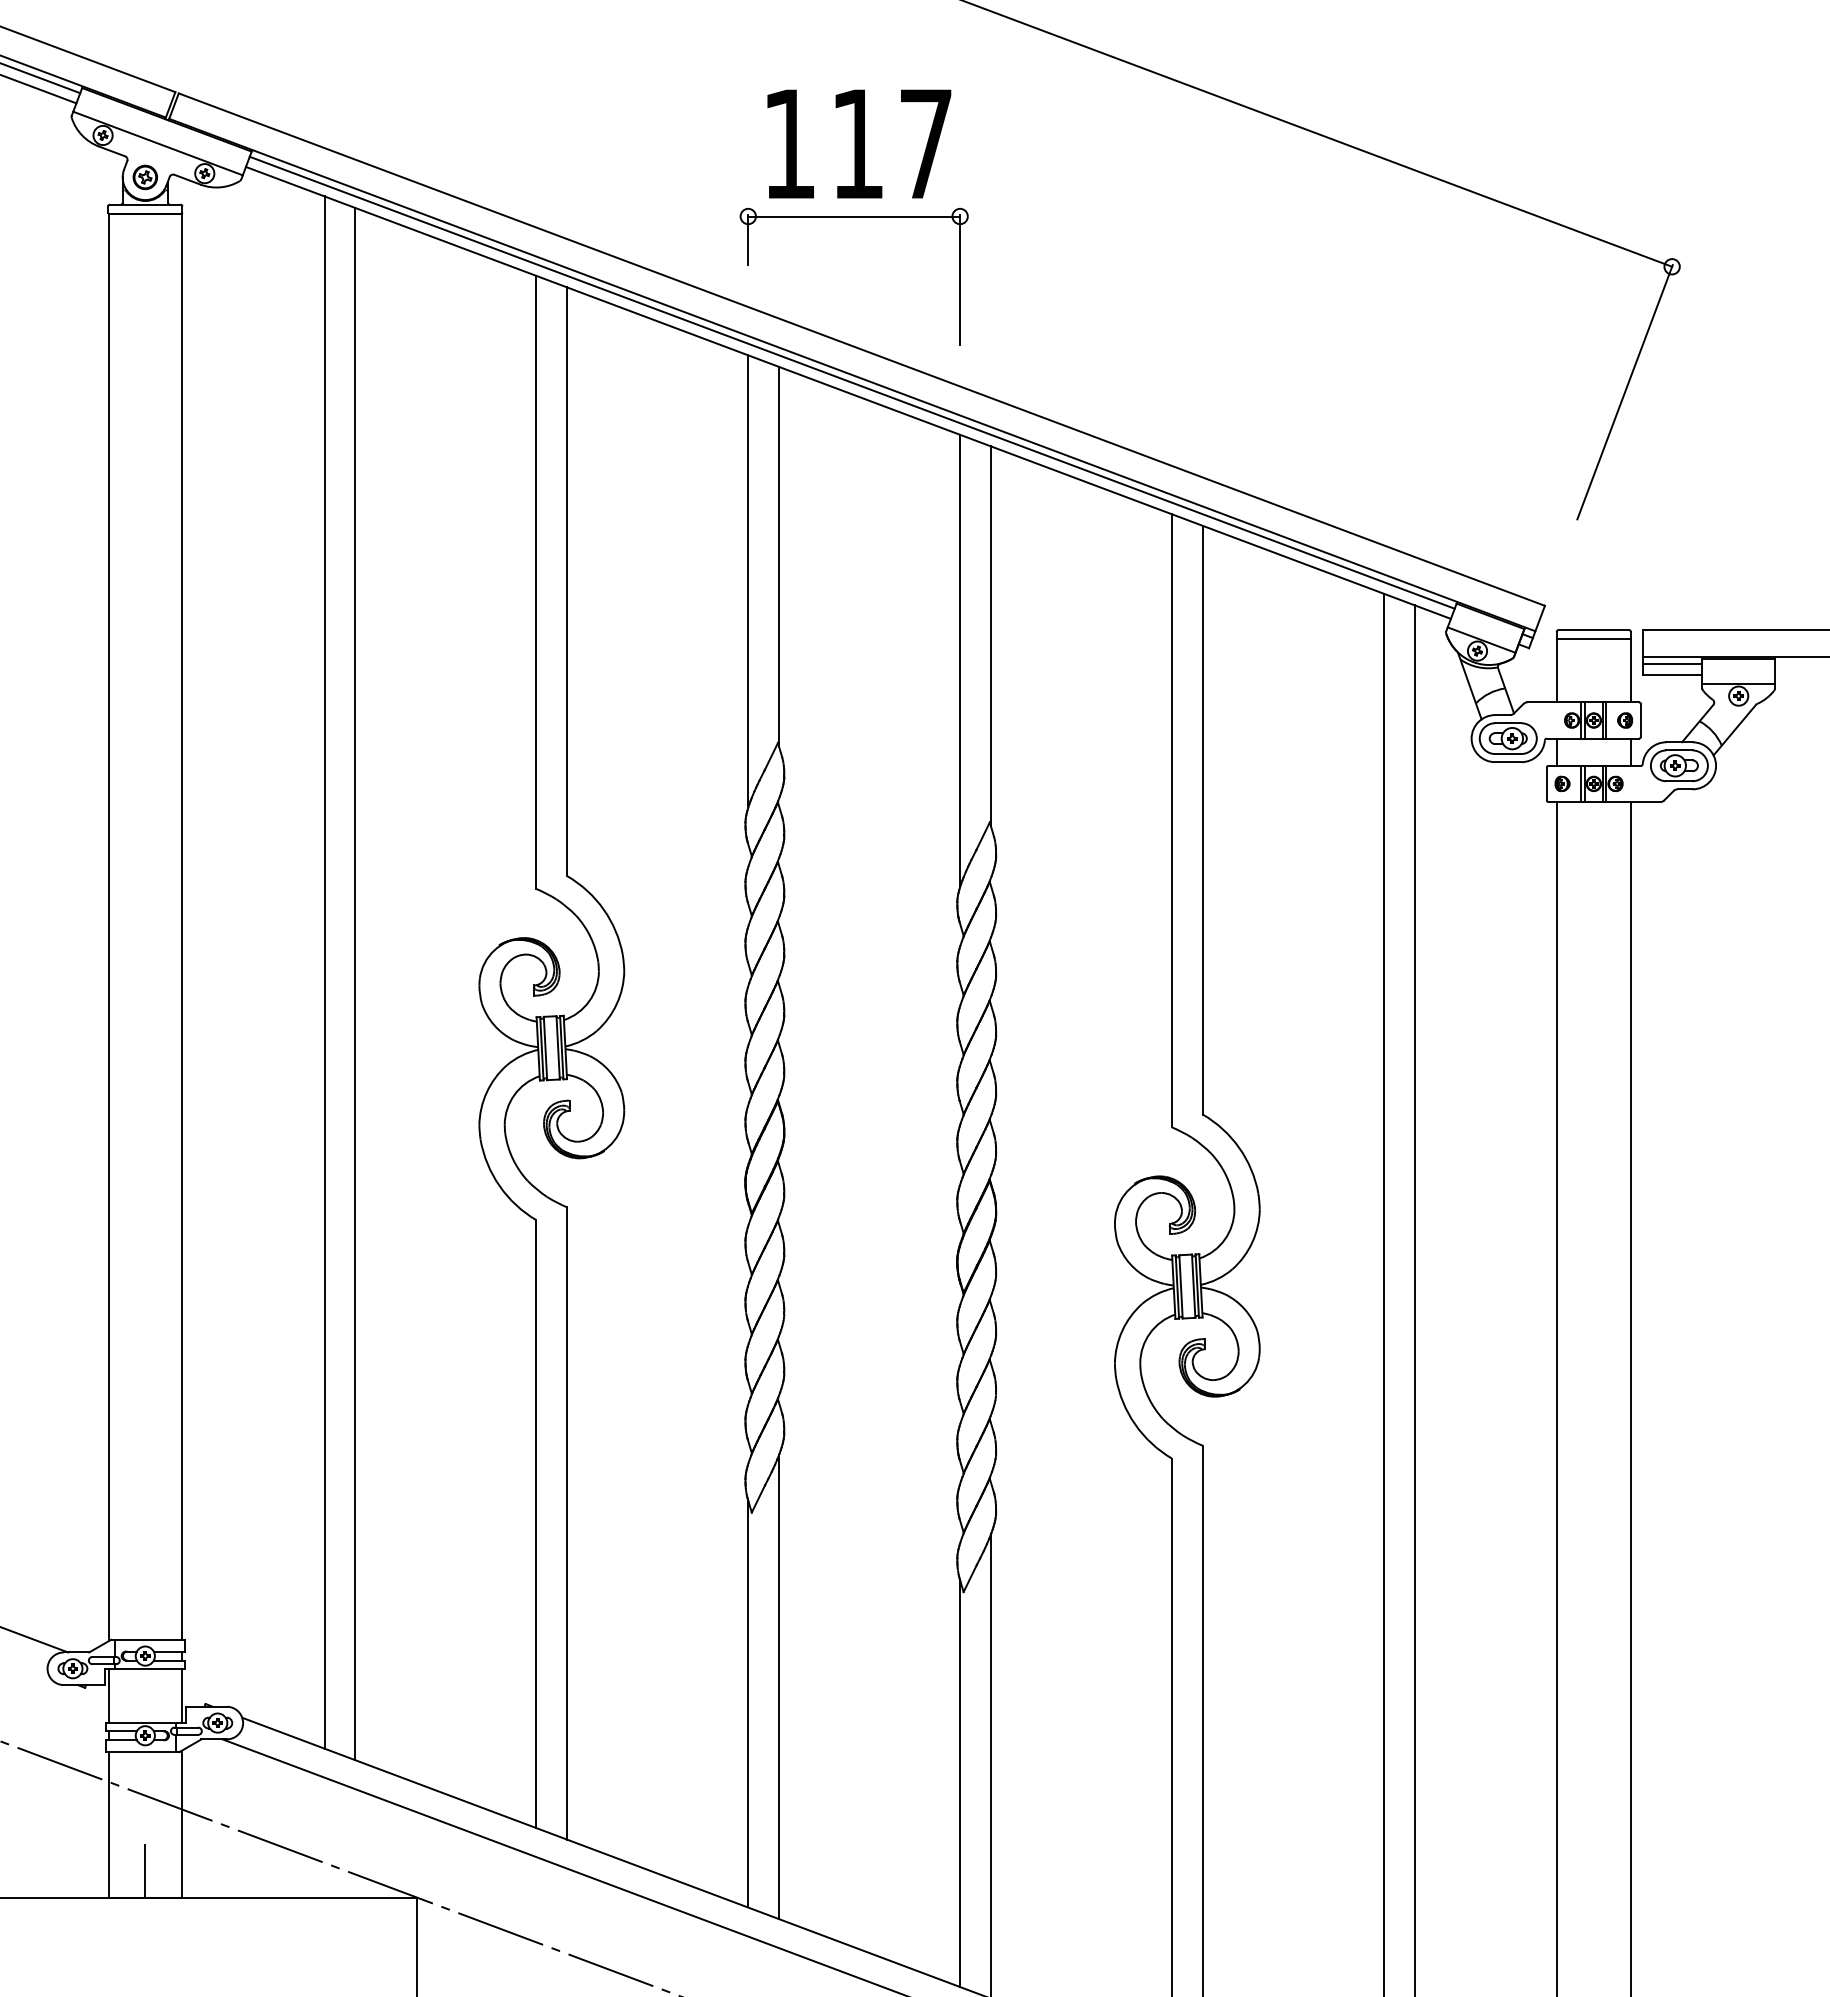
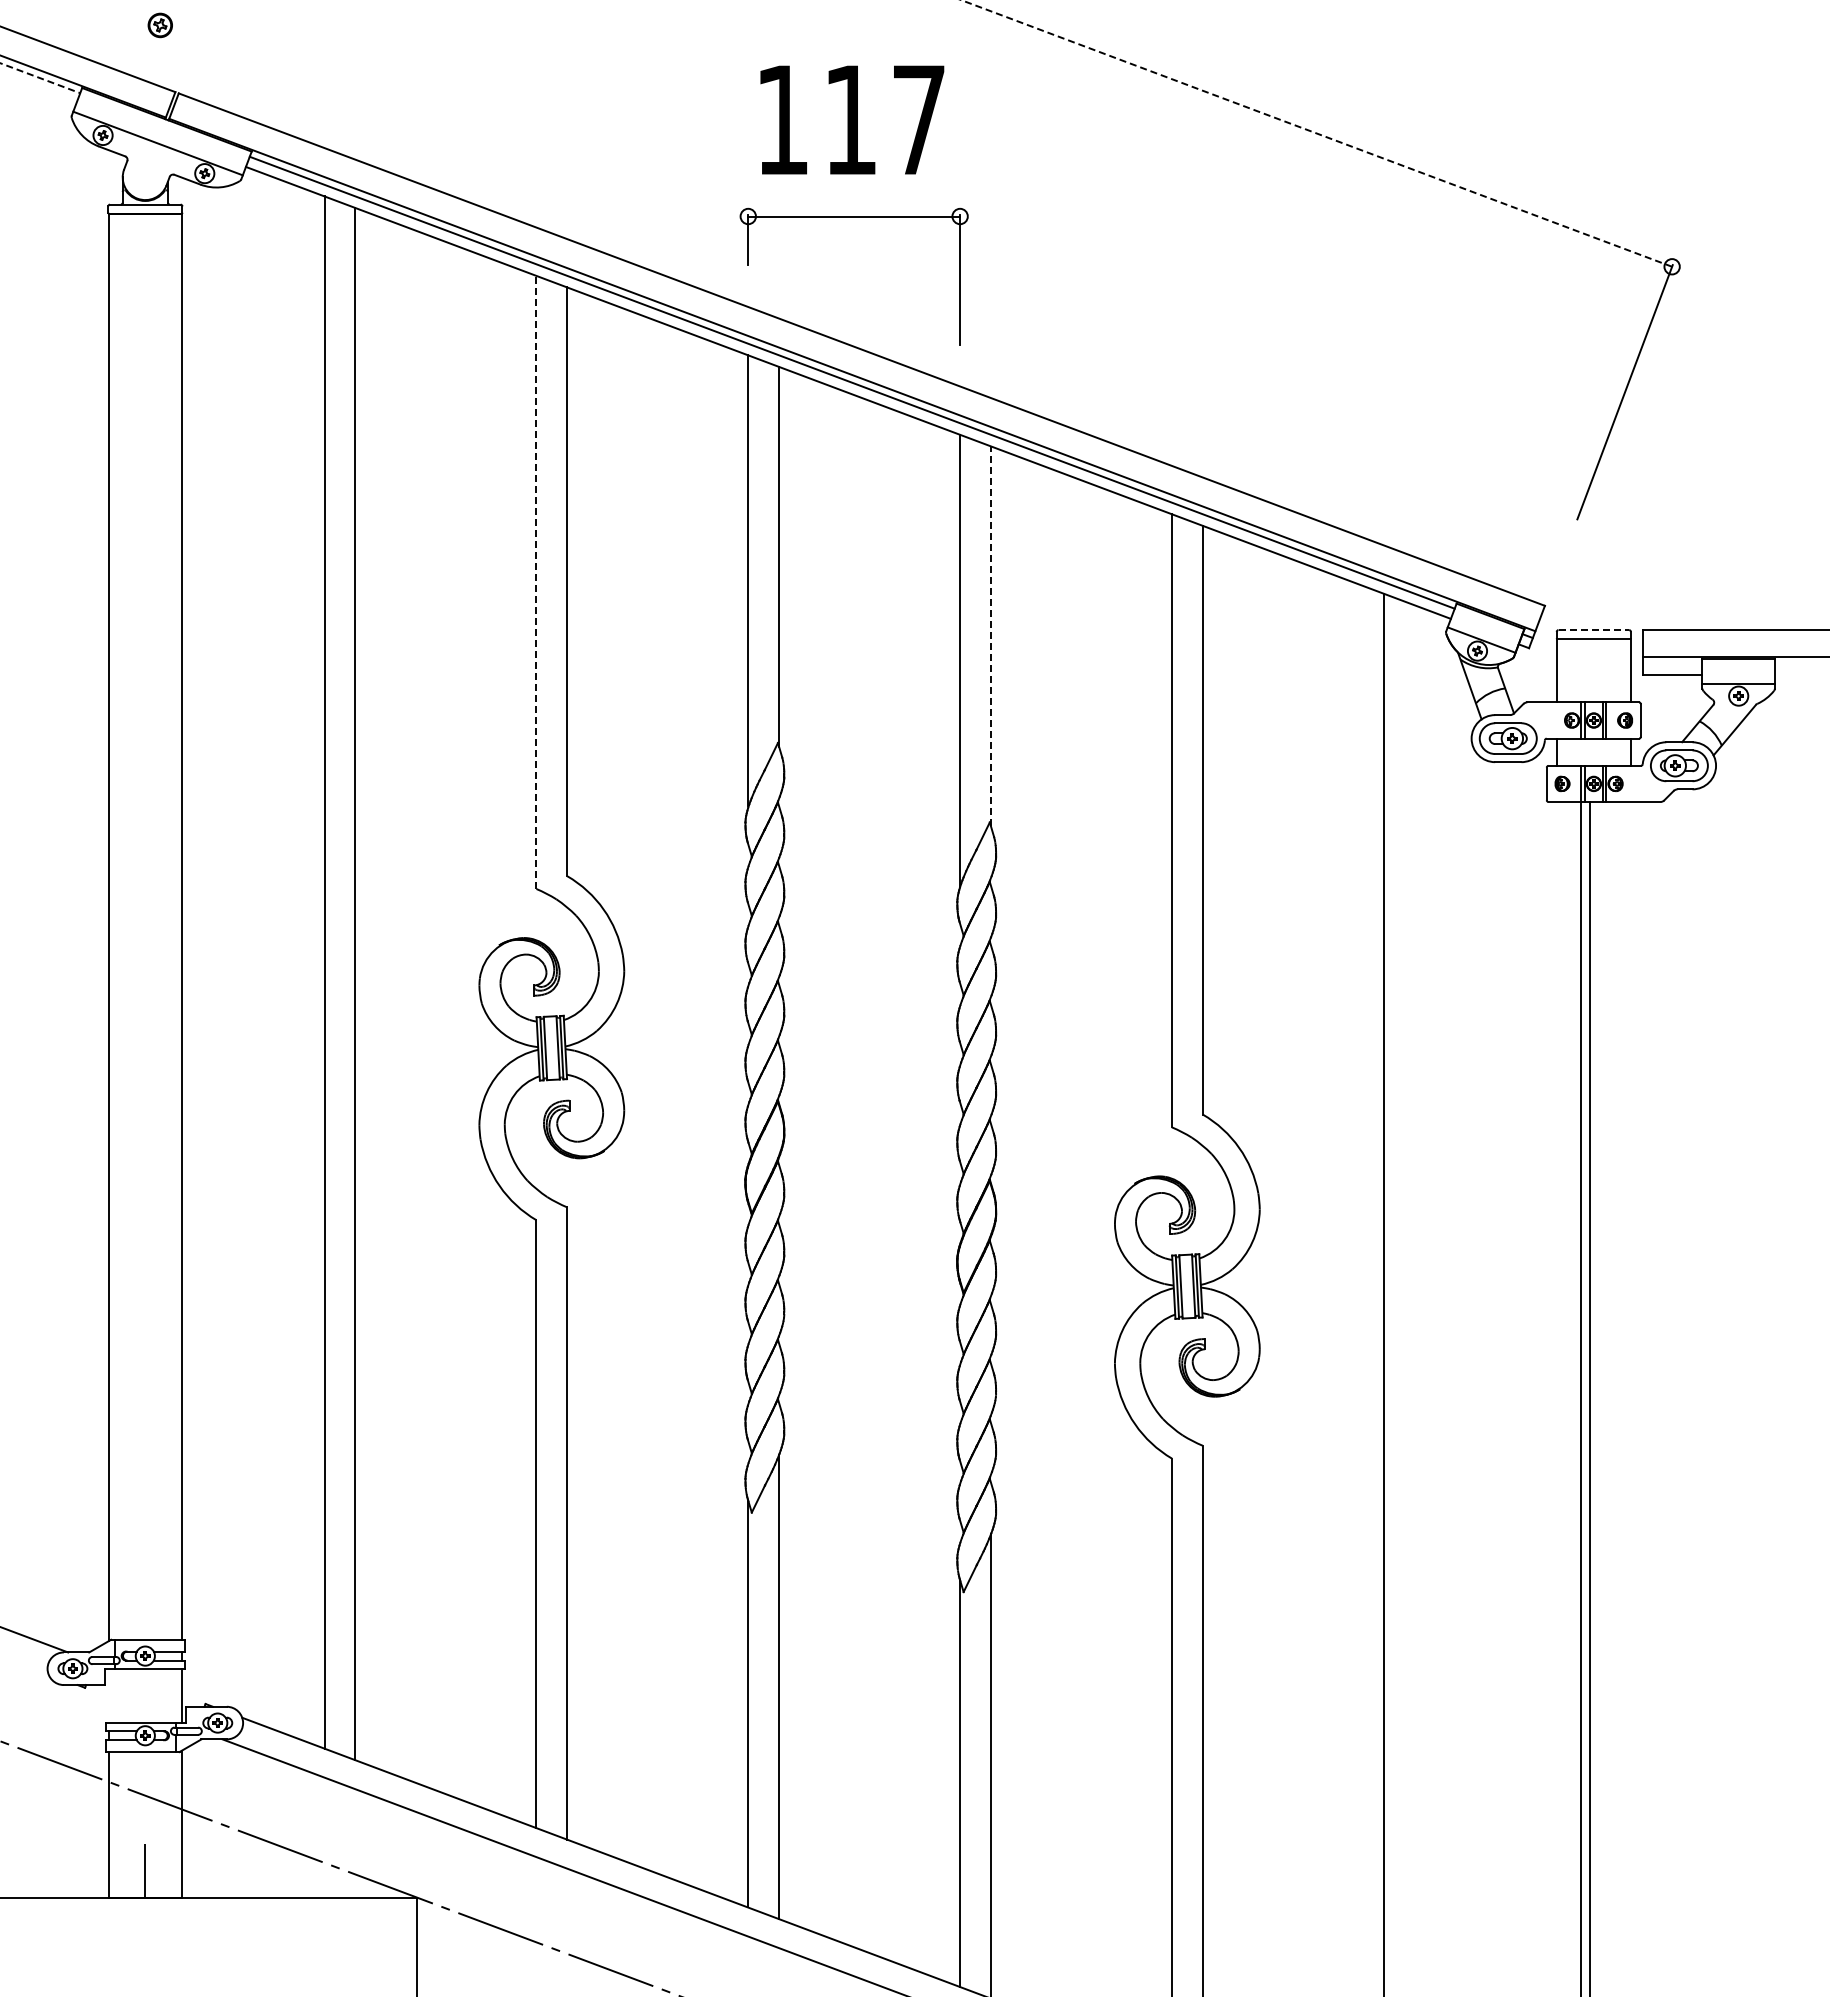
line at (40, 78): solid -> dashed
line at (39, 89): present -> none
line at (1316, 133): solid -> dashed
text at (859, 143) position: (859, 143) -> (852, 119)
part at (144, 177) position: (144, 177) -> (159, 25)
line at (536, 582): solid -> dashed
line at (1594, 630): solid -> dashed
line at (990, 636): solid -> dashed
line at (1672, 664): present -> none
line at (1414, 1299): present -> none
line at (1557, 1397) position: (1557, 1397) -> (1581, 1397)
line at (1630, 1397) position: (1630, 1397) -> (1589, 1397)
line at (108, 1695): present -> none
